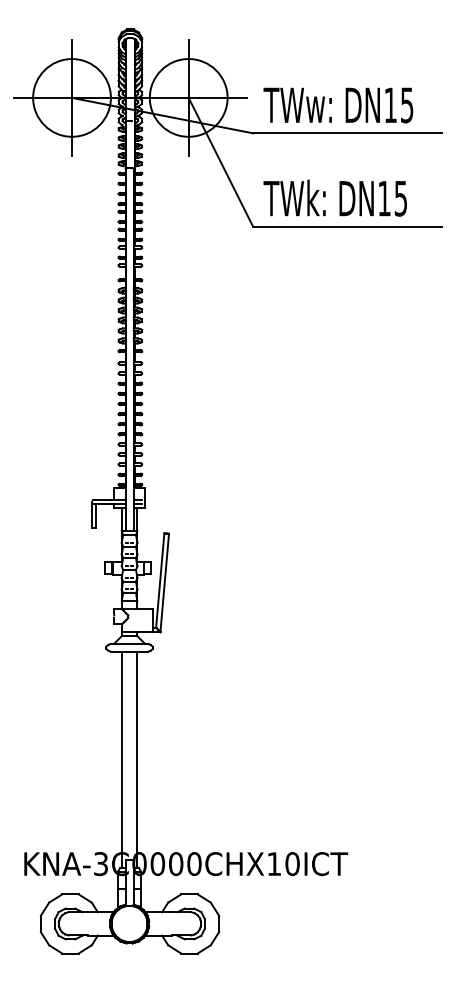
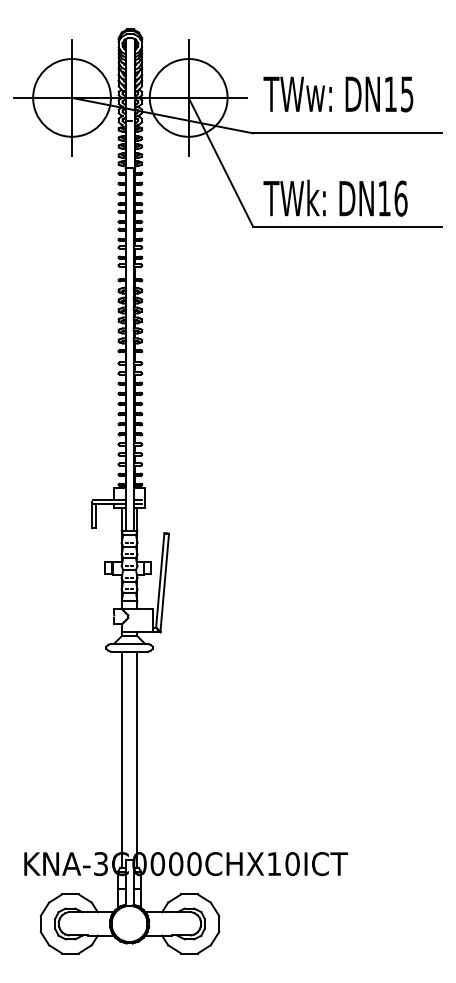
text at (338, 105) position: (338, 105) -> (338, 94)
text at (400, 198): DN15 -> DN16
